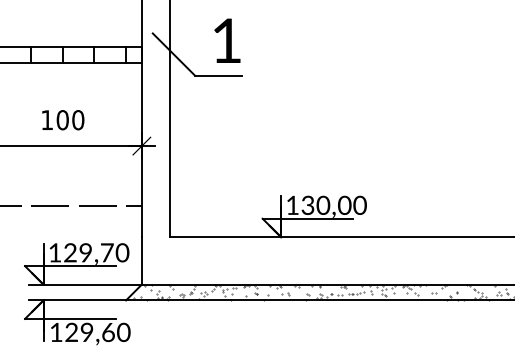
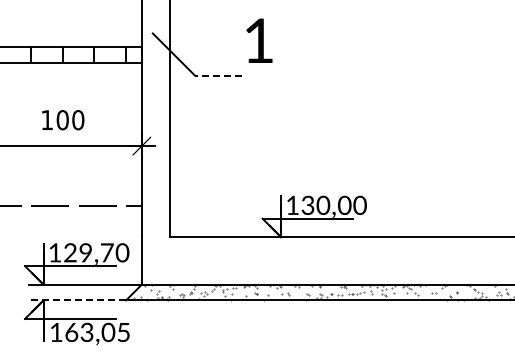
text at (227, 40) position: (227, 40) -> (259, 40)
line at (218, 75): solid -> dashed
line at (77, 300): solid -> dashed
text at (97, 332): 129,60 -> 163,05
